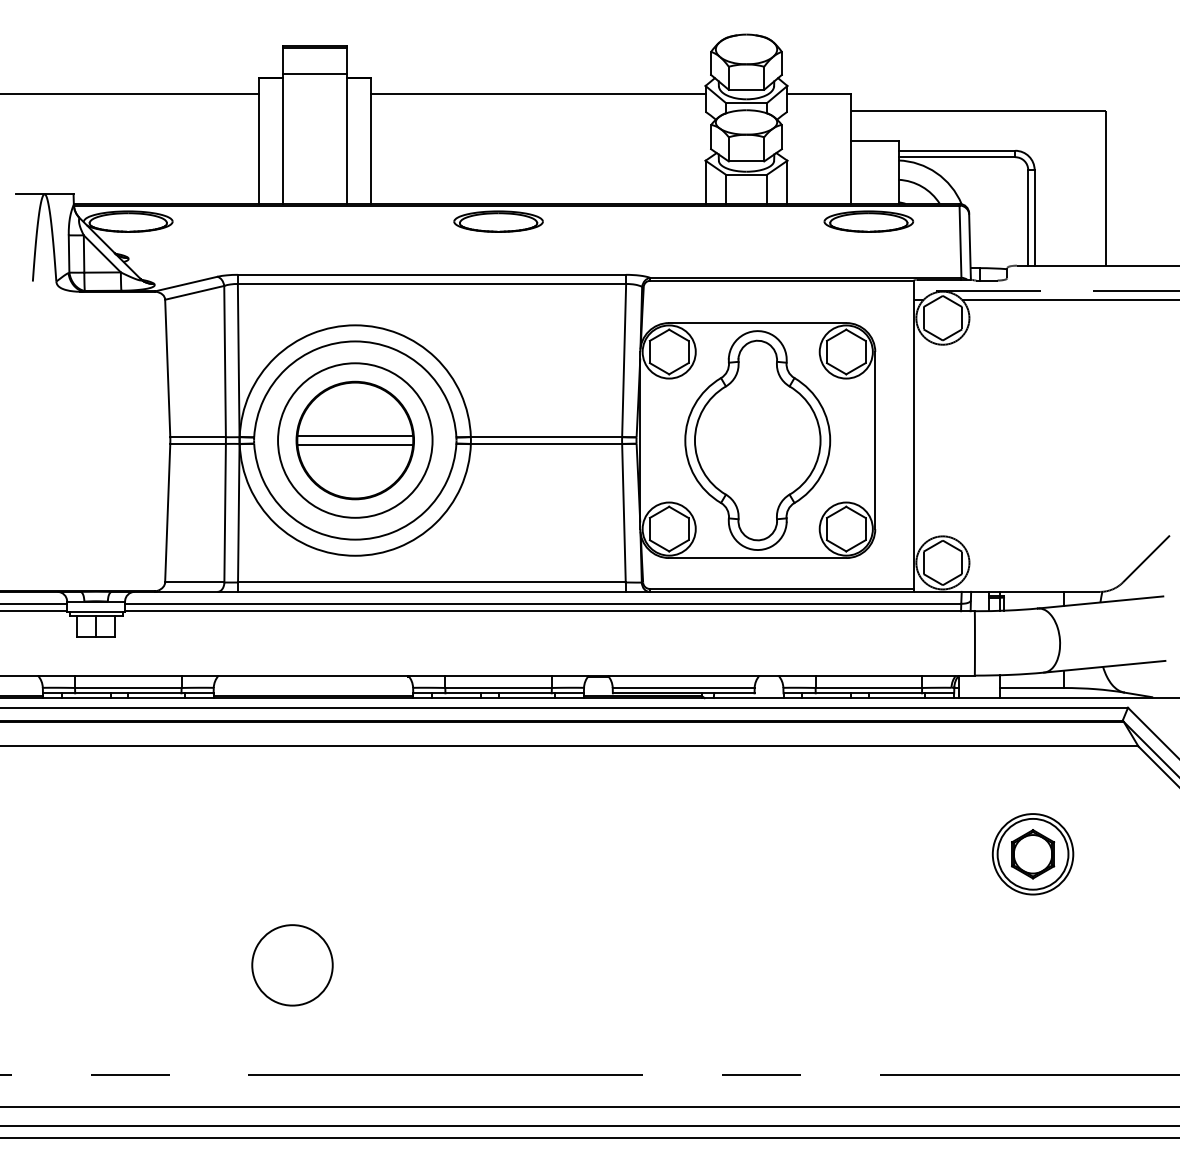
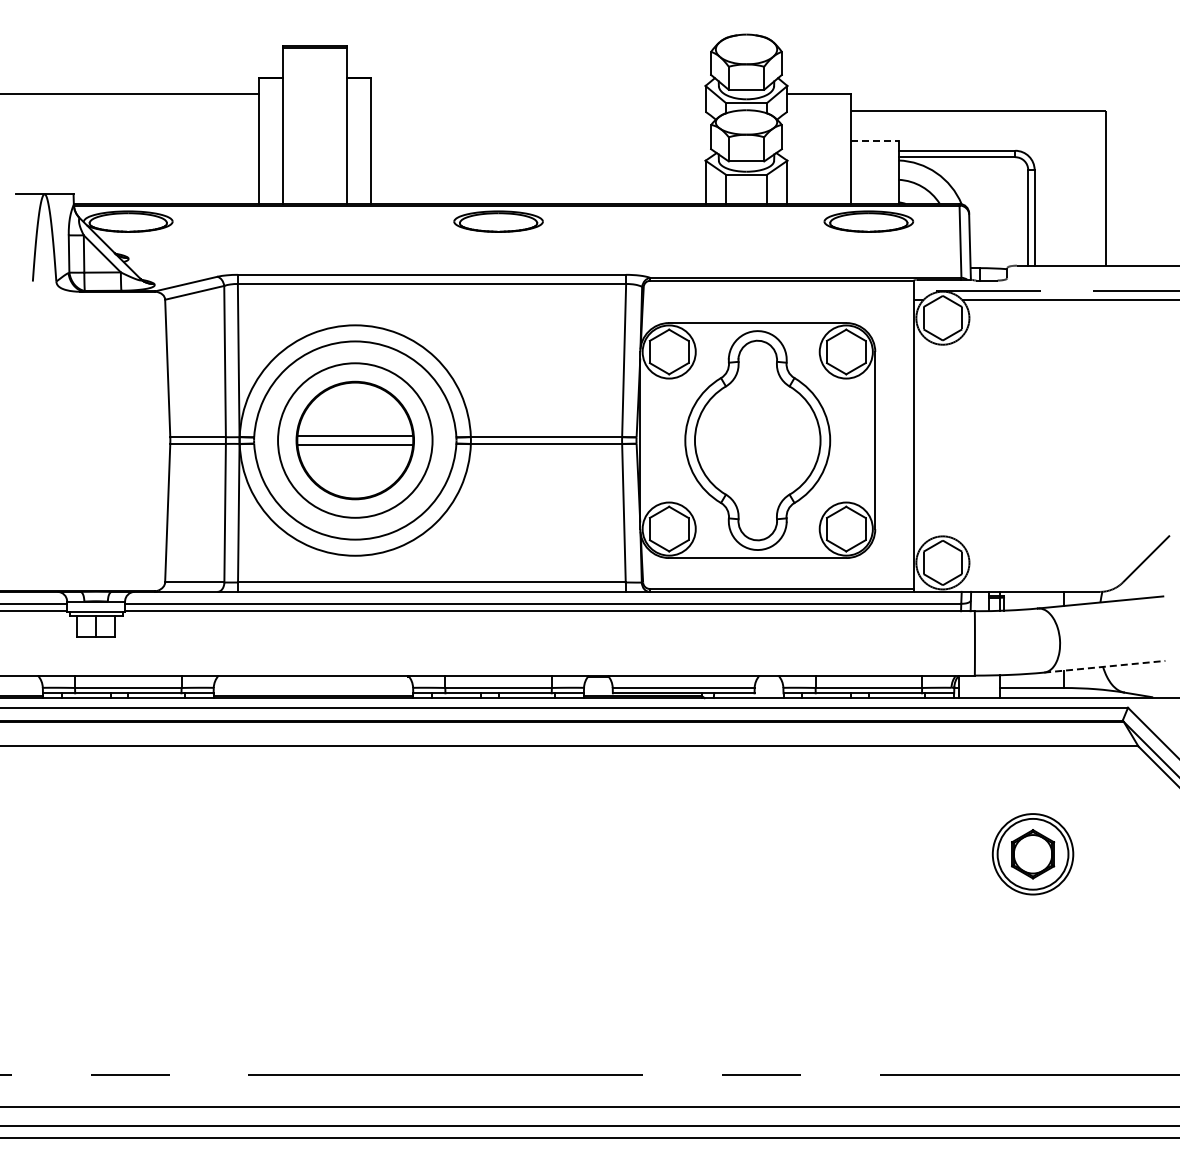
line at (314, 74): present -> none
line at (538, 94): present -> none
line at (874, 141): solid -> dashed
line at (1104, 666): solid -> dashed
circle at (292, 965): present -> none
